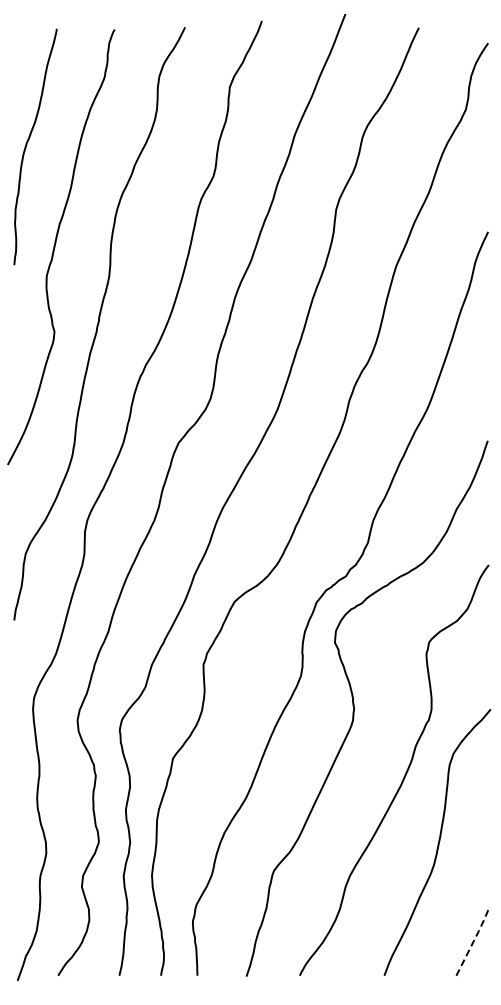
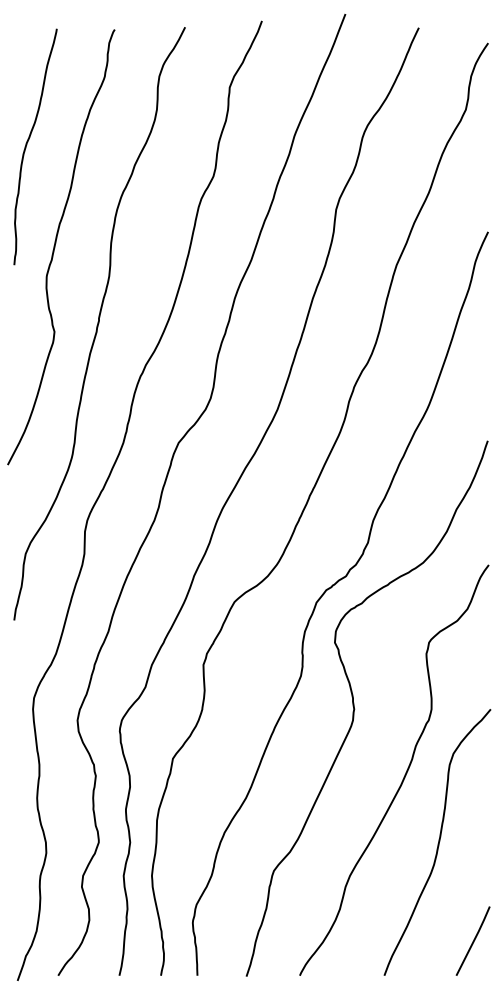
line at (474, 940): dashed -> solid
